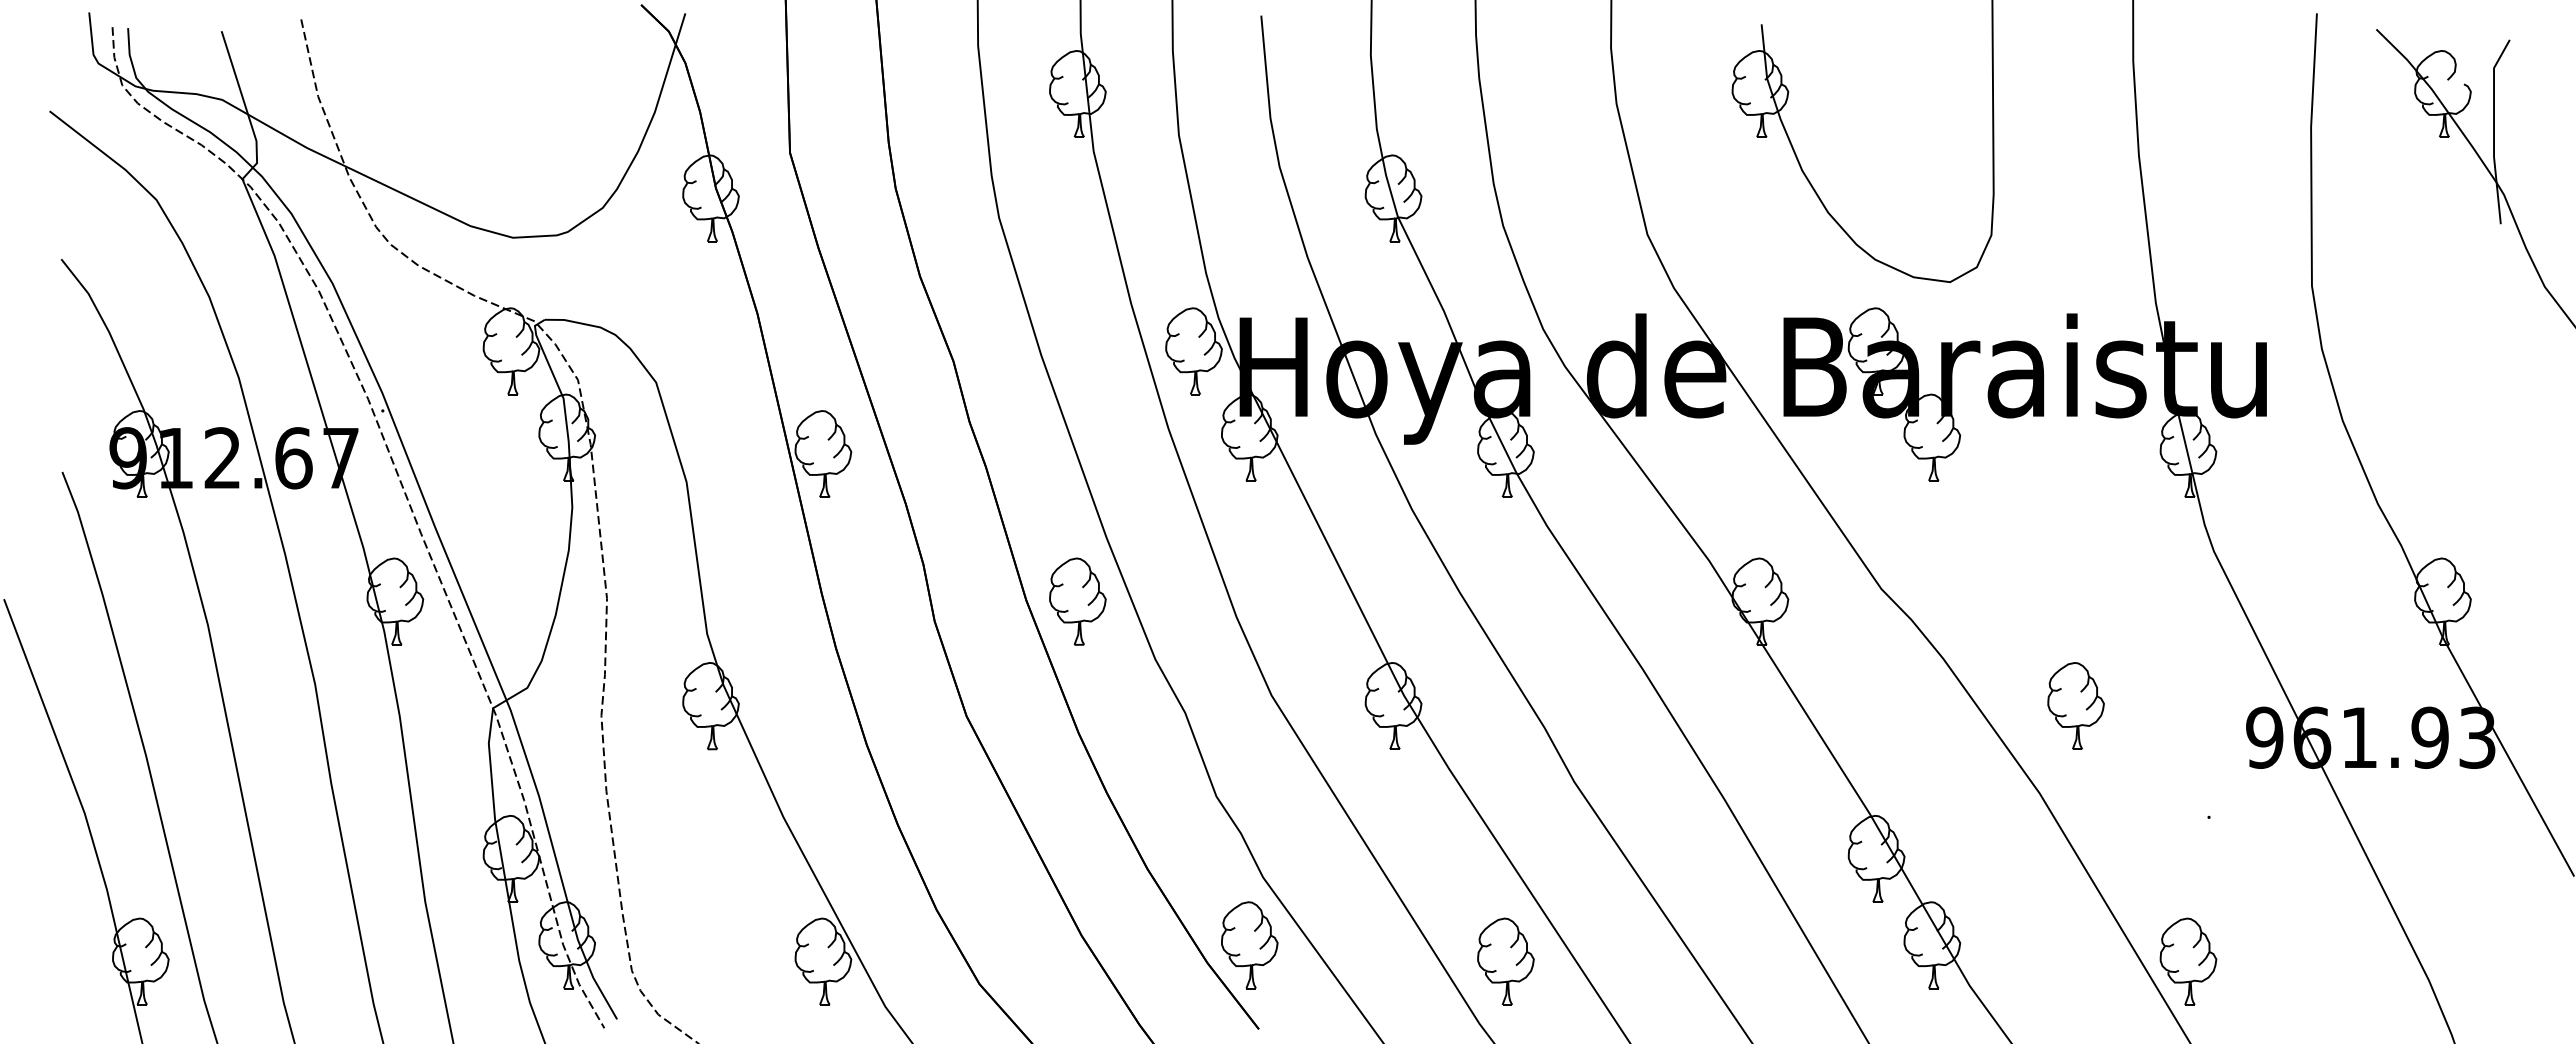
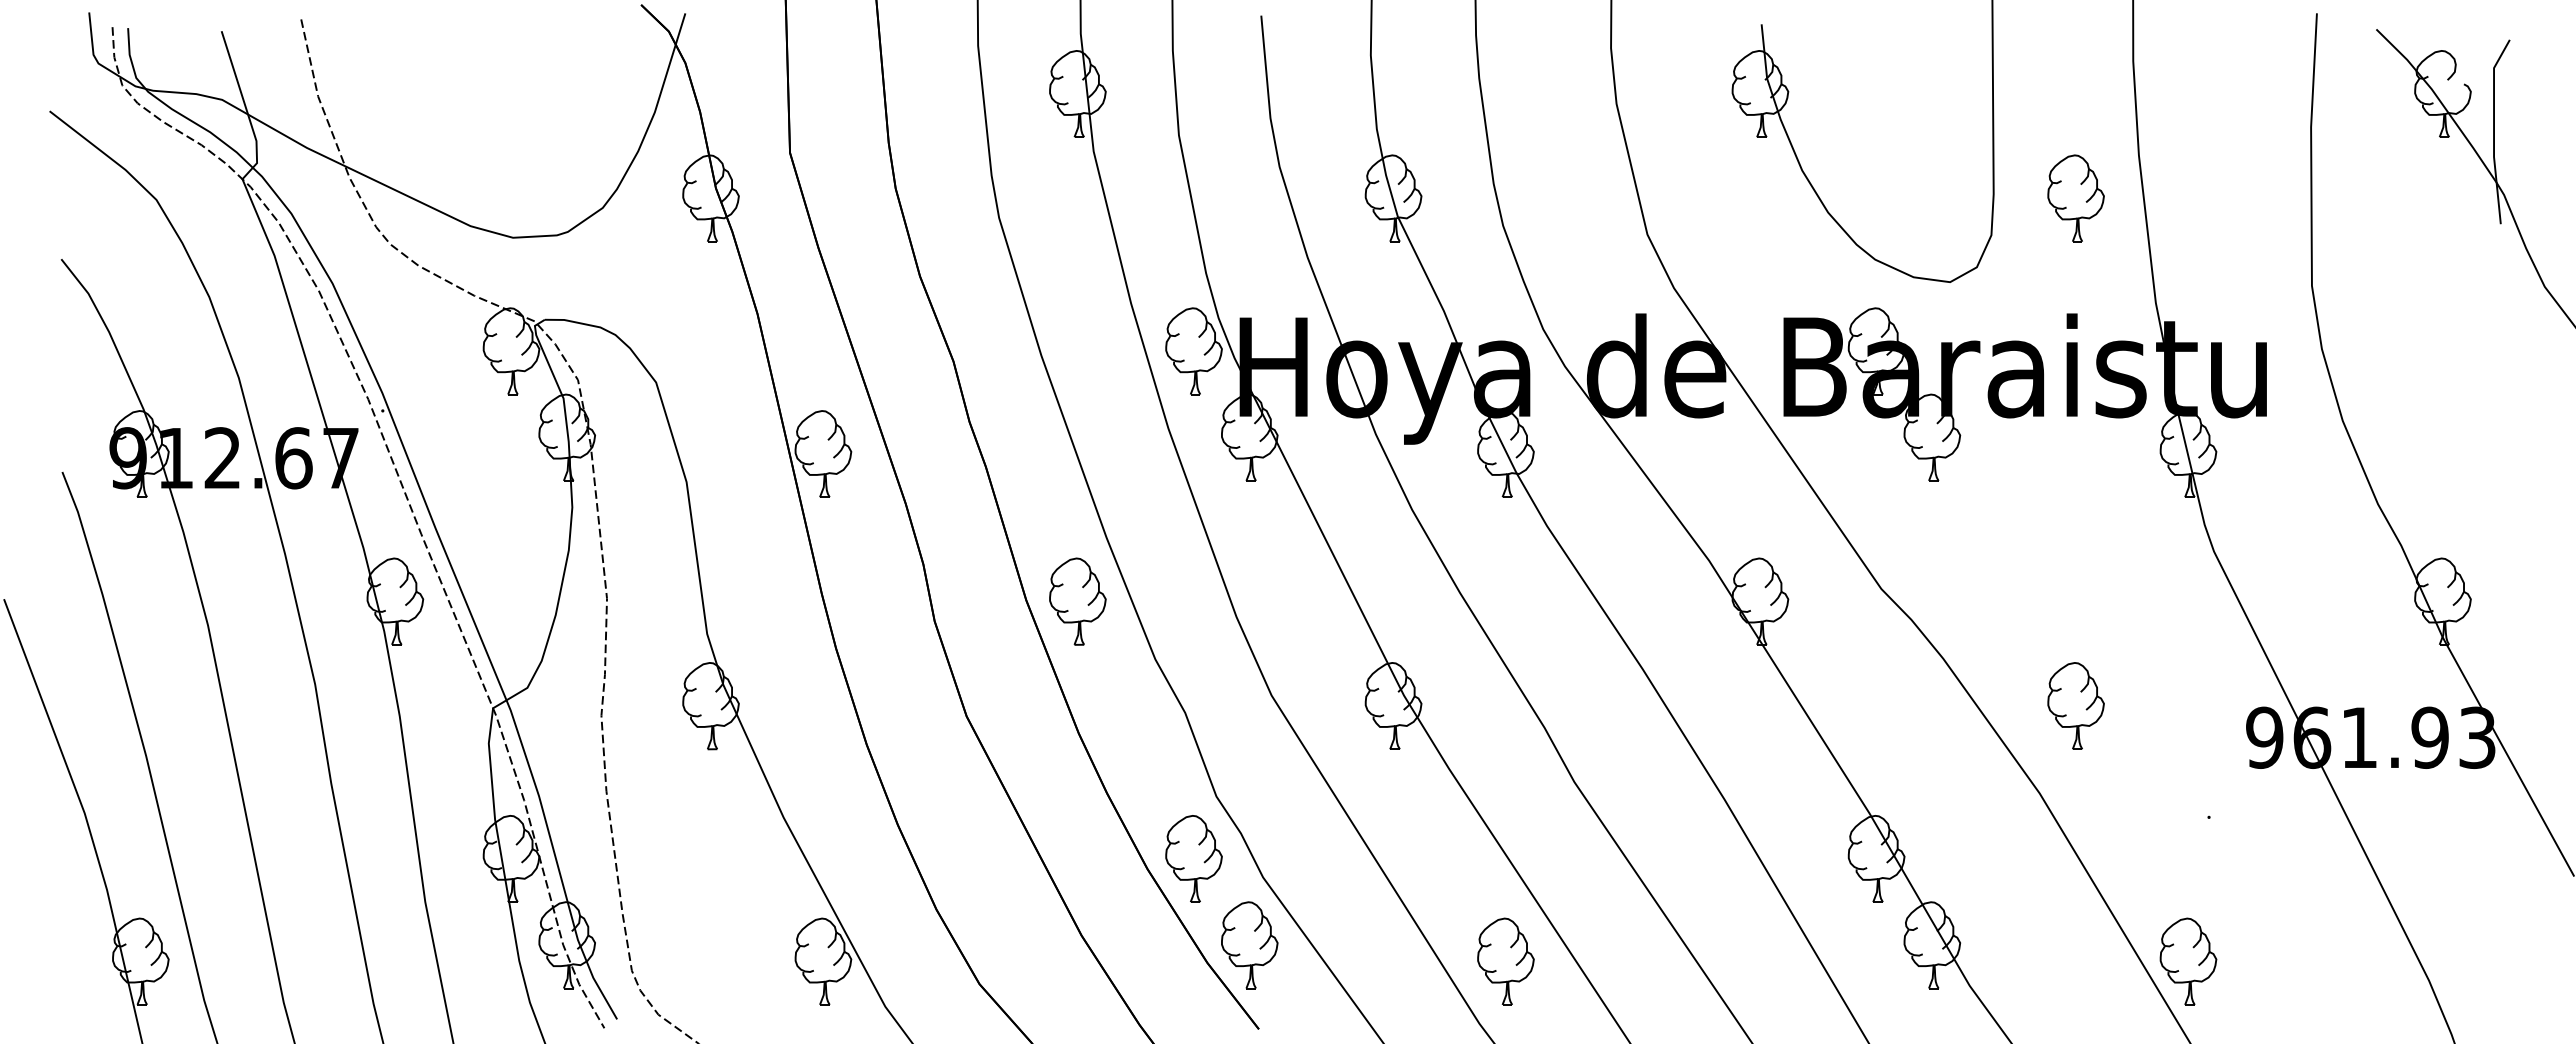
part at (2075, 198): none -> present
part at (1193, 858): none -> present
